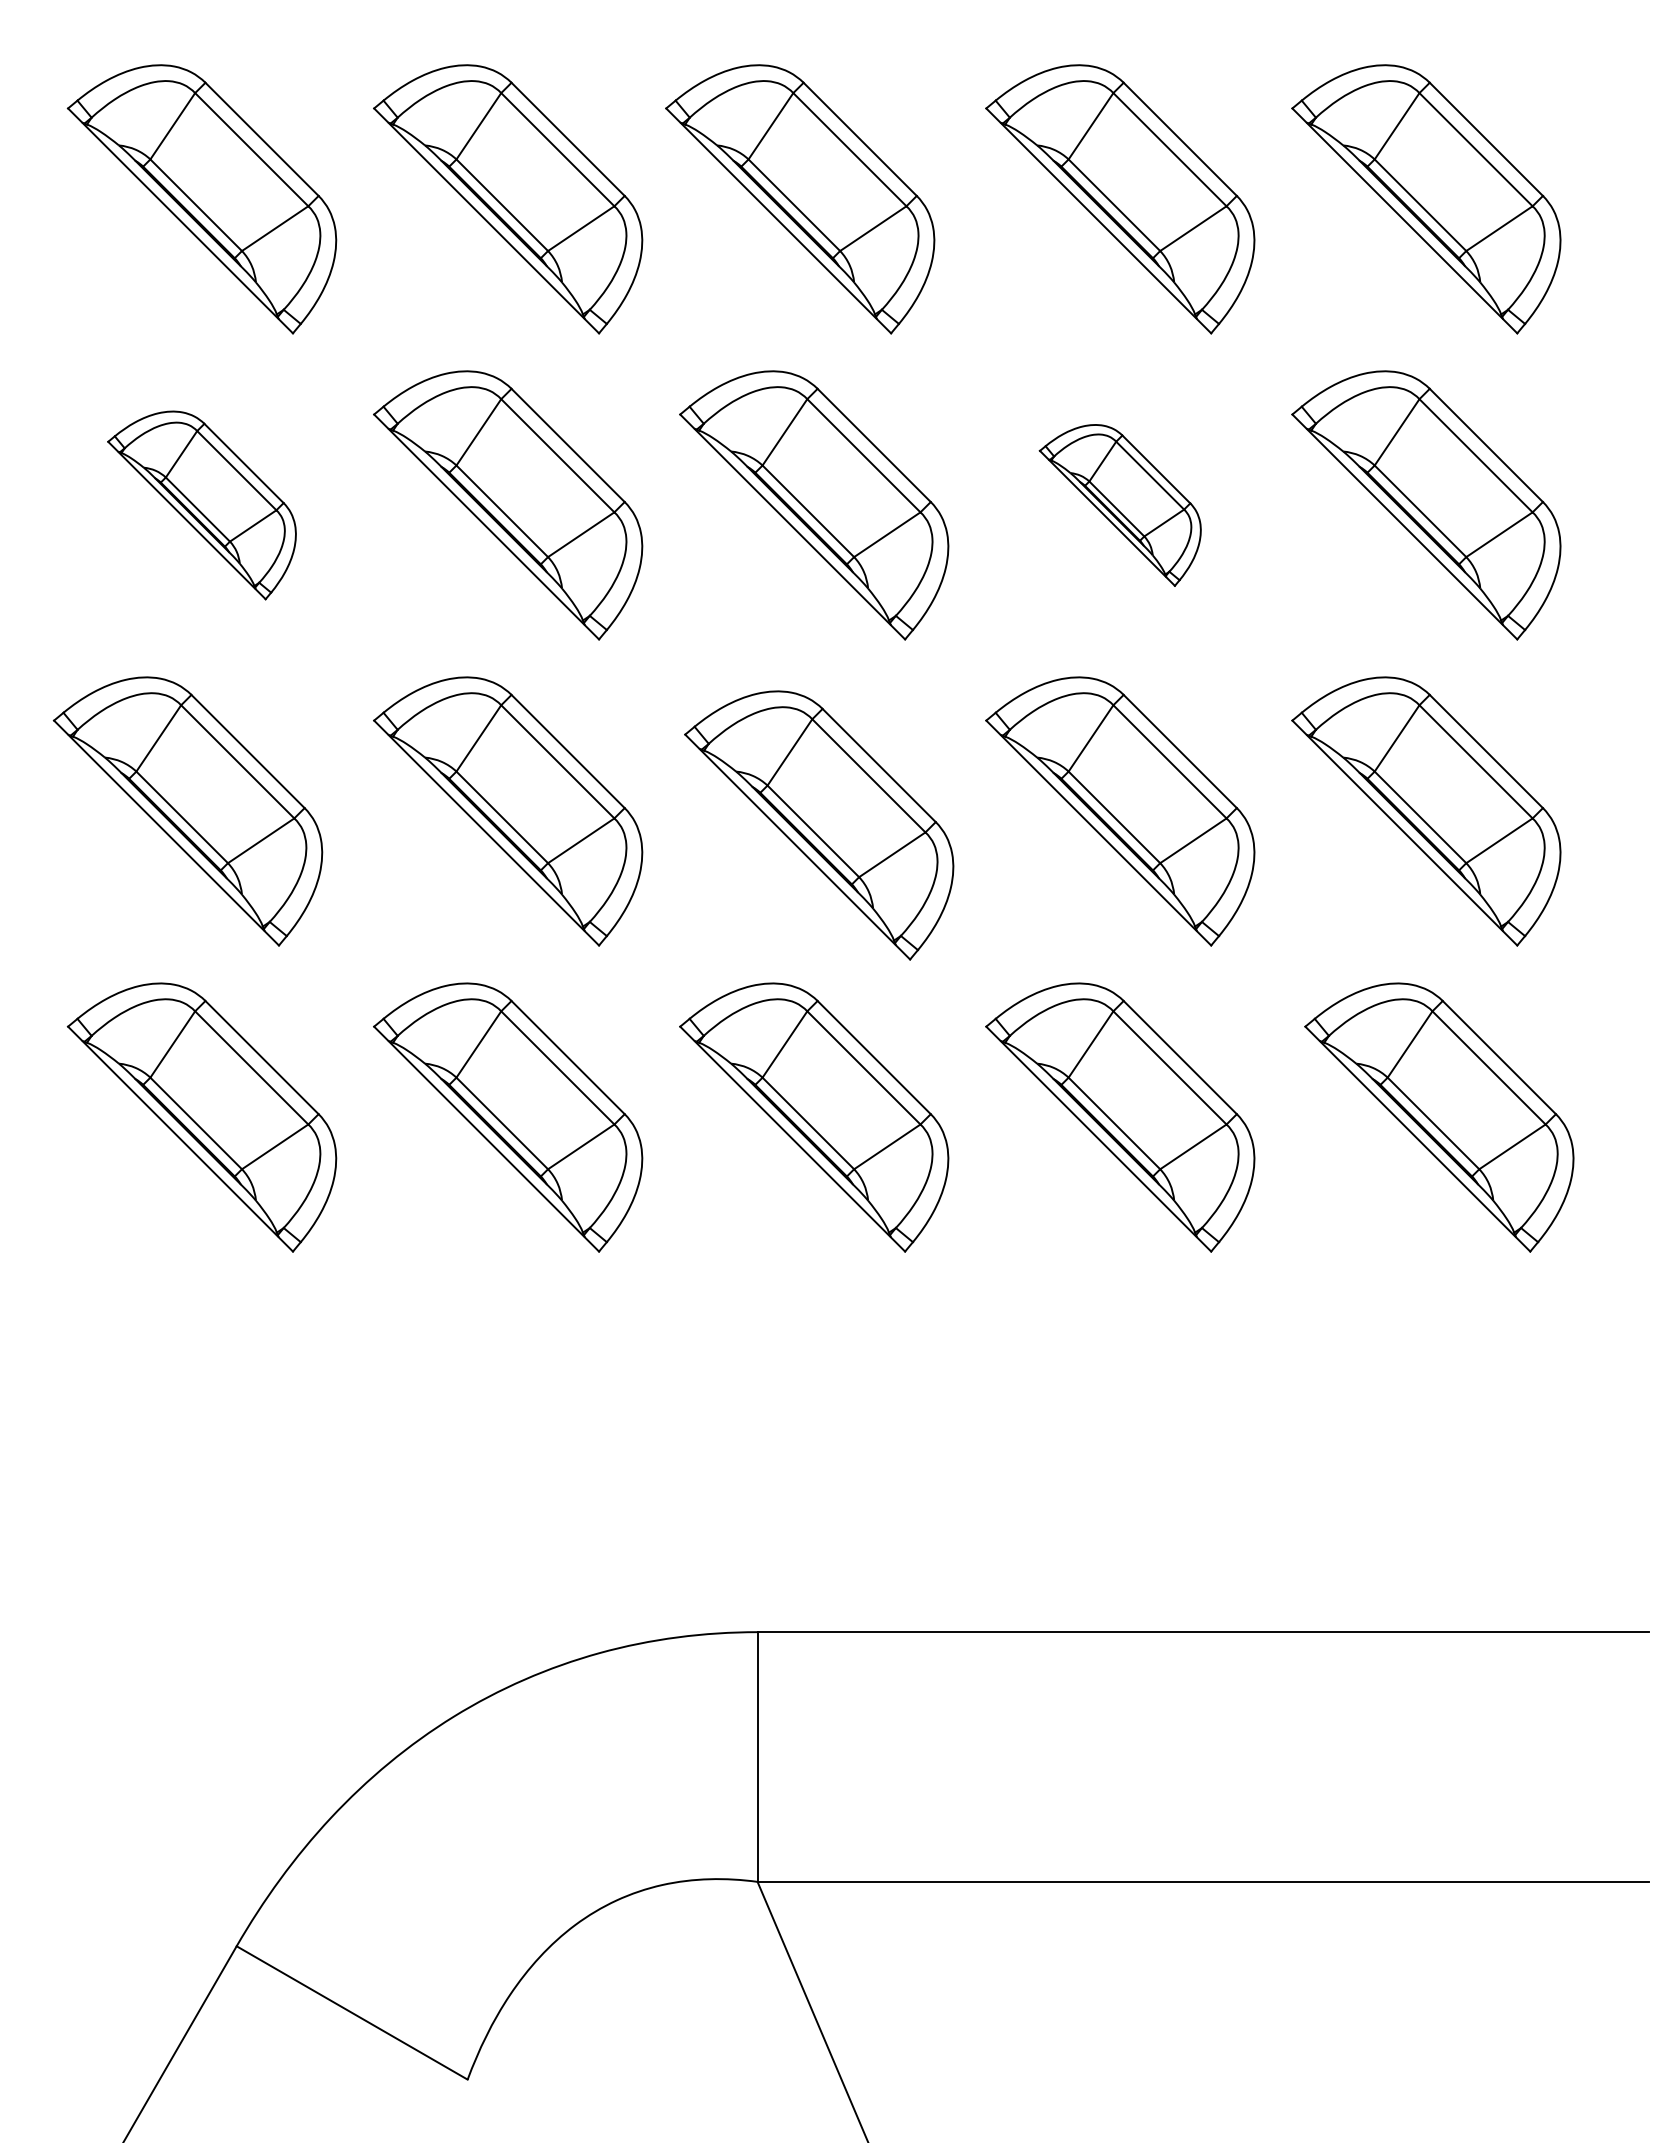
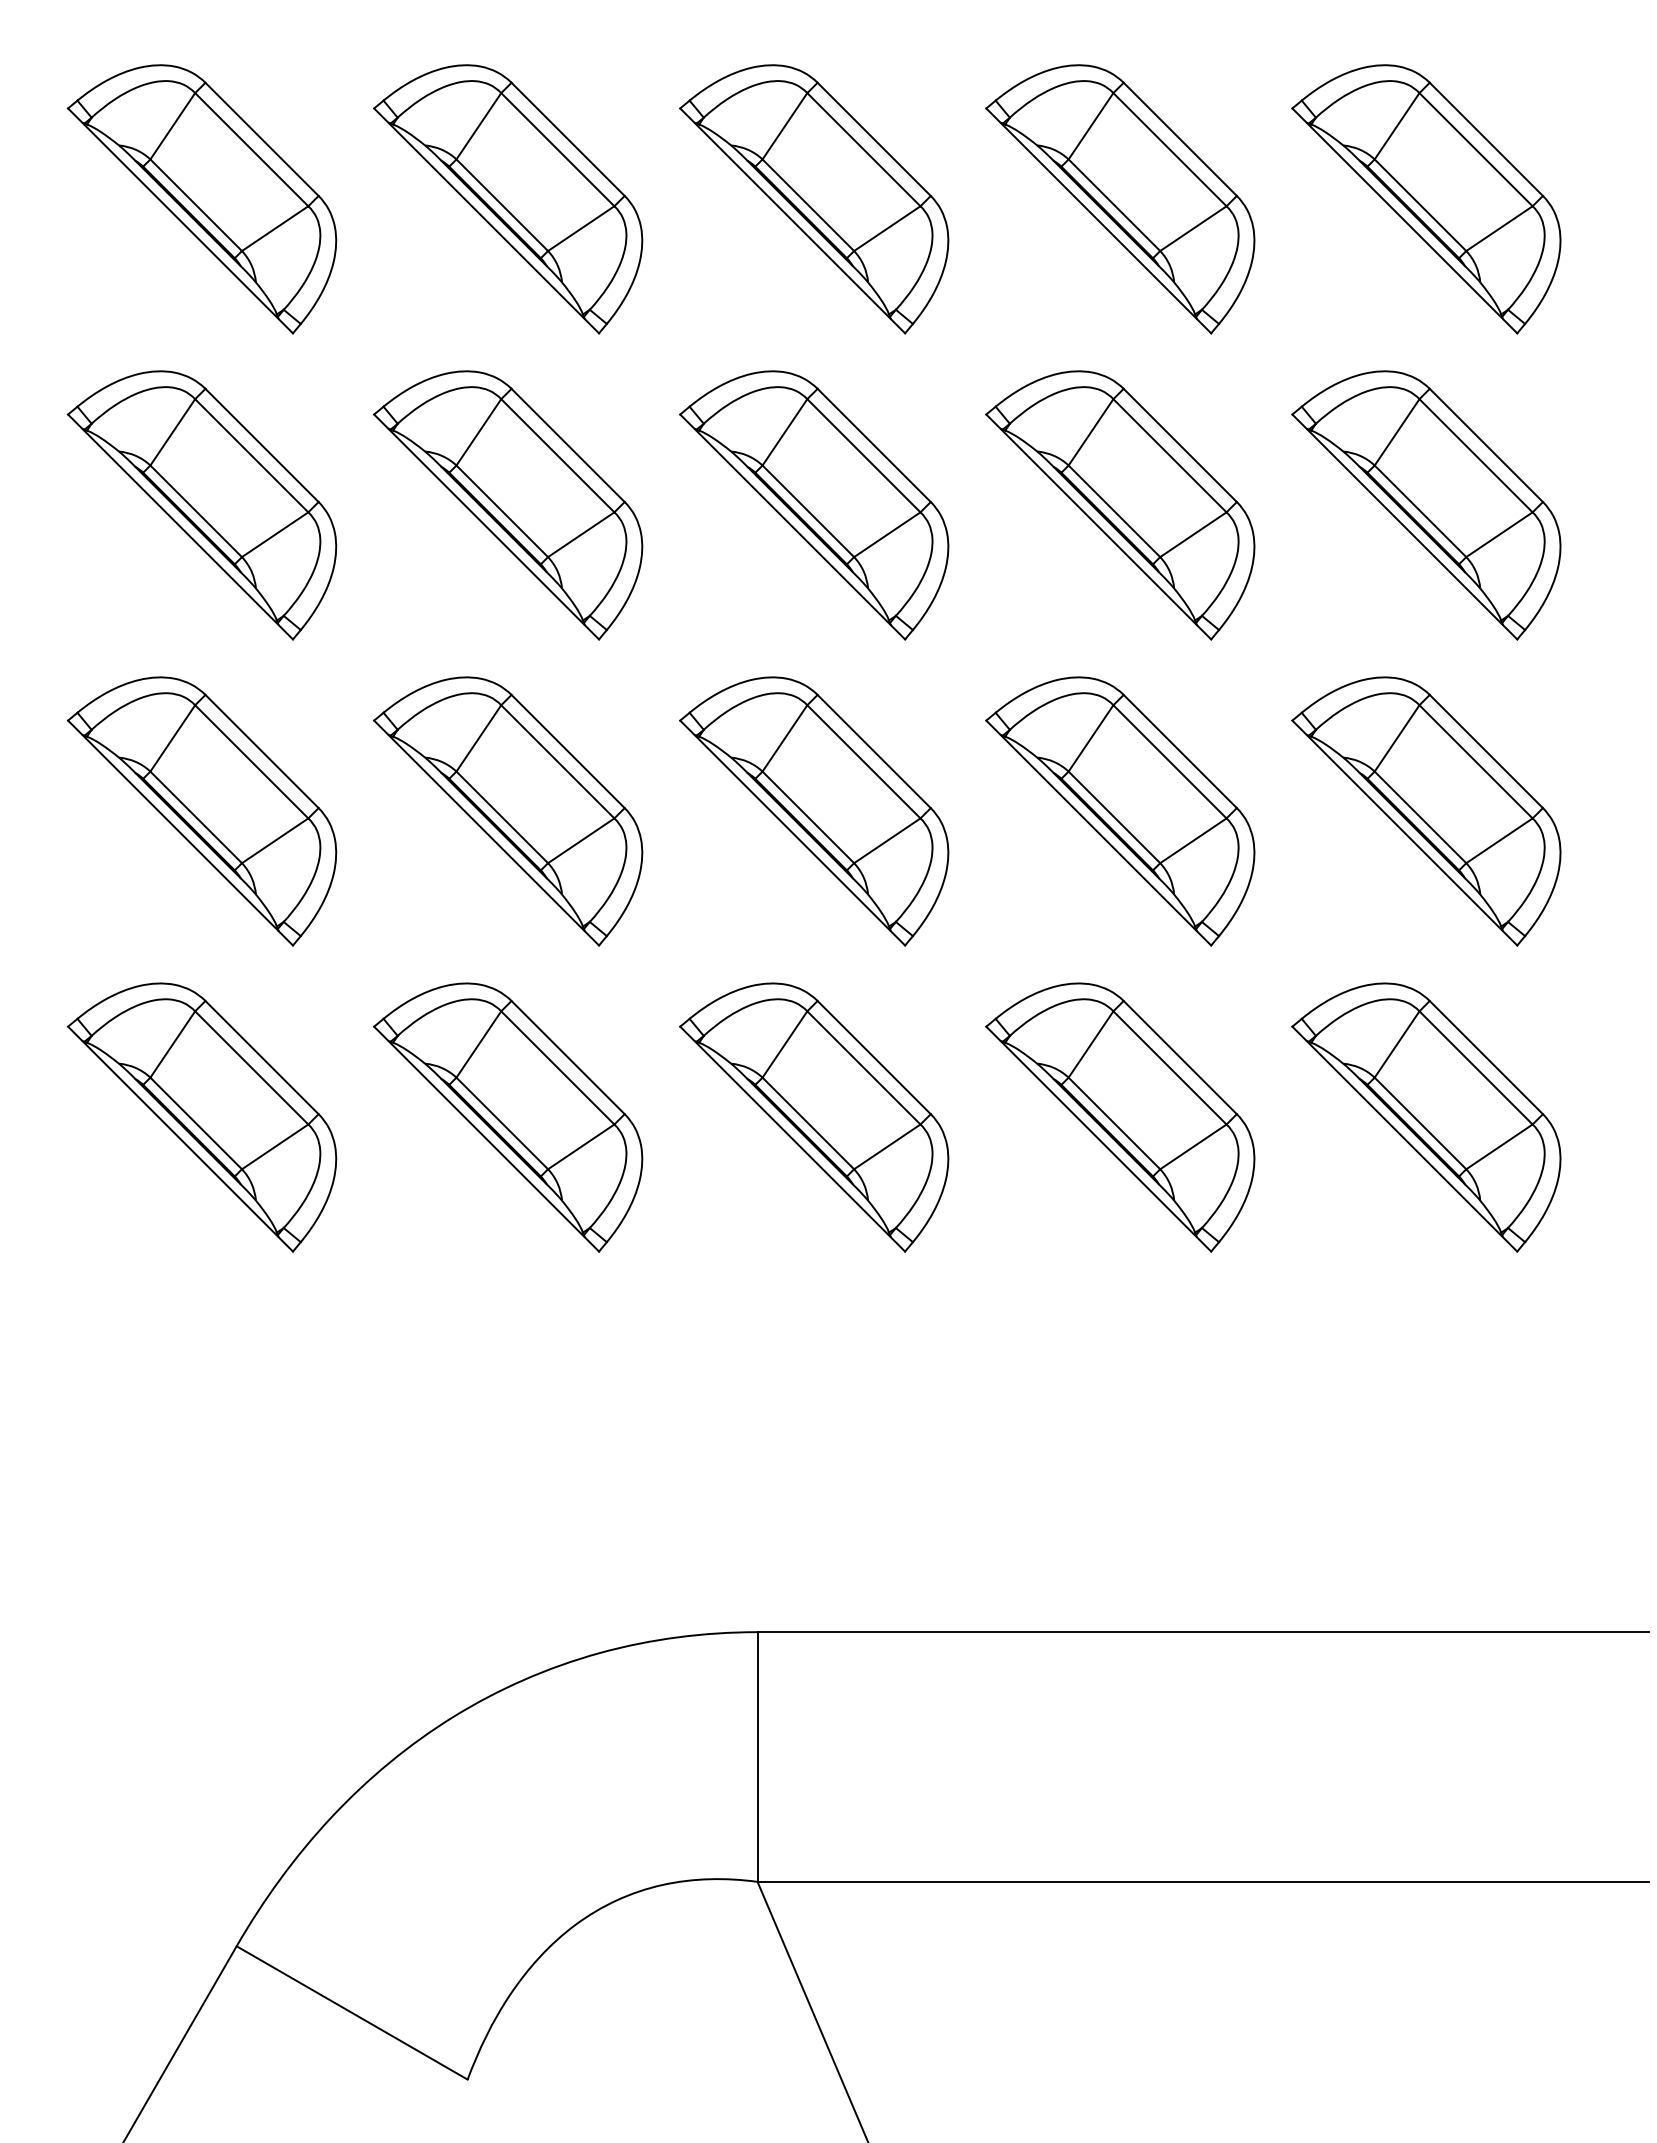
part at (800, 199) position: (800, 199) -> (814, 199)
part at (201, 505) size: 190x191 px -> 272x271 px
part at (1119, 505) size: 164x163 px -> 271x271 px
part at (187, 811) position: (187, 811) -> (201, 811)
part at (819, 825) position: (819, 825) -> (814, 811)
part at (1439, 1117) position: (1439, 1117) -> (1426, 1117)
